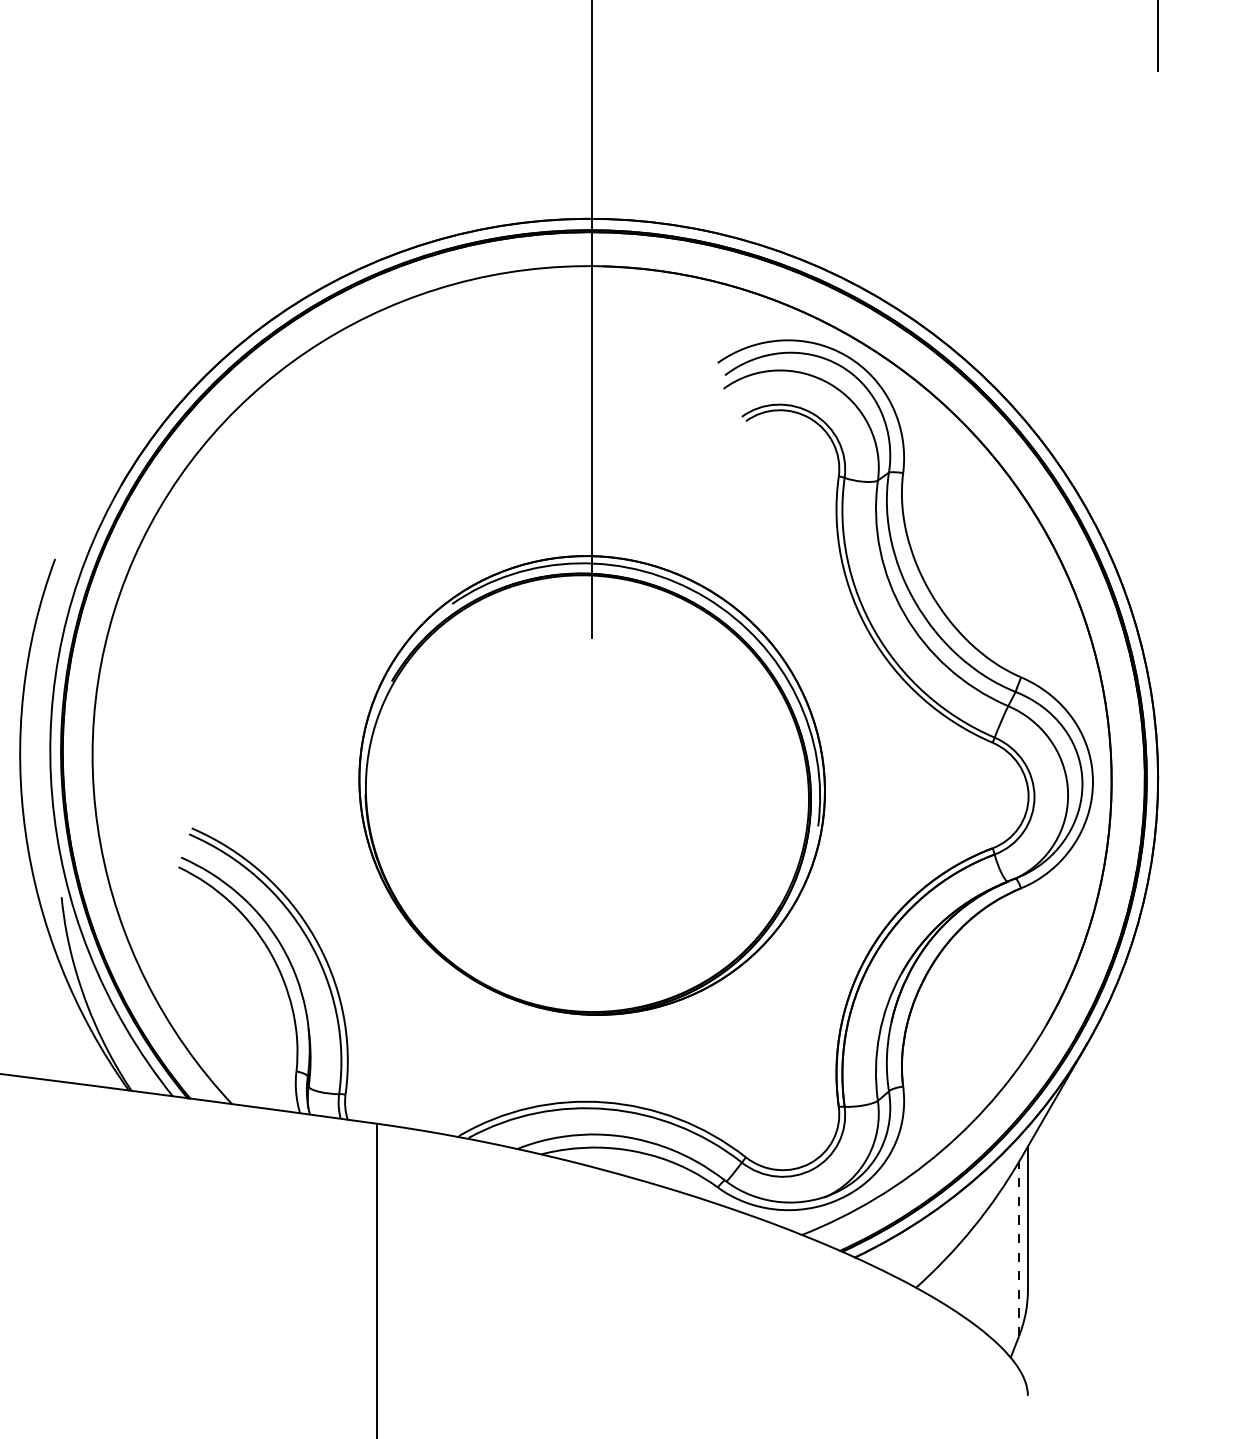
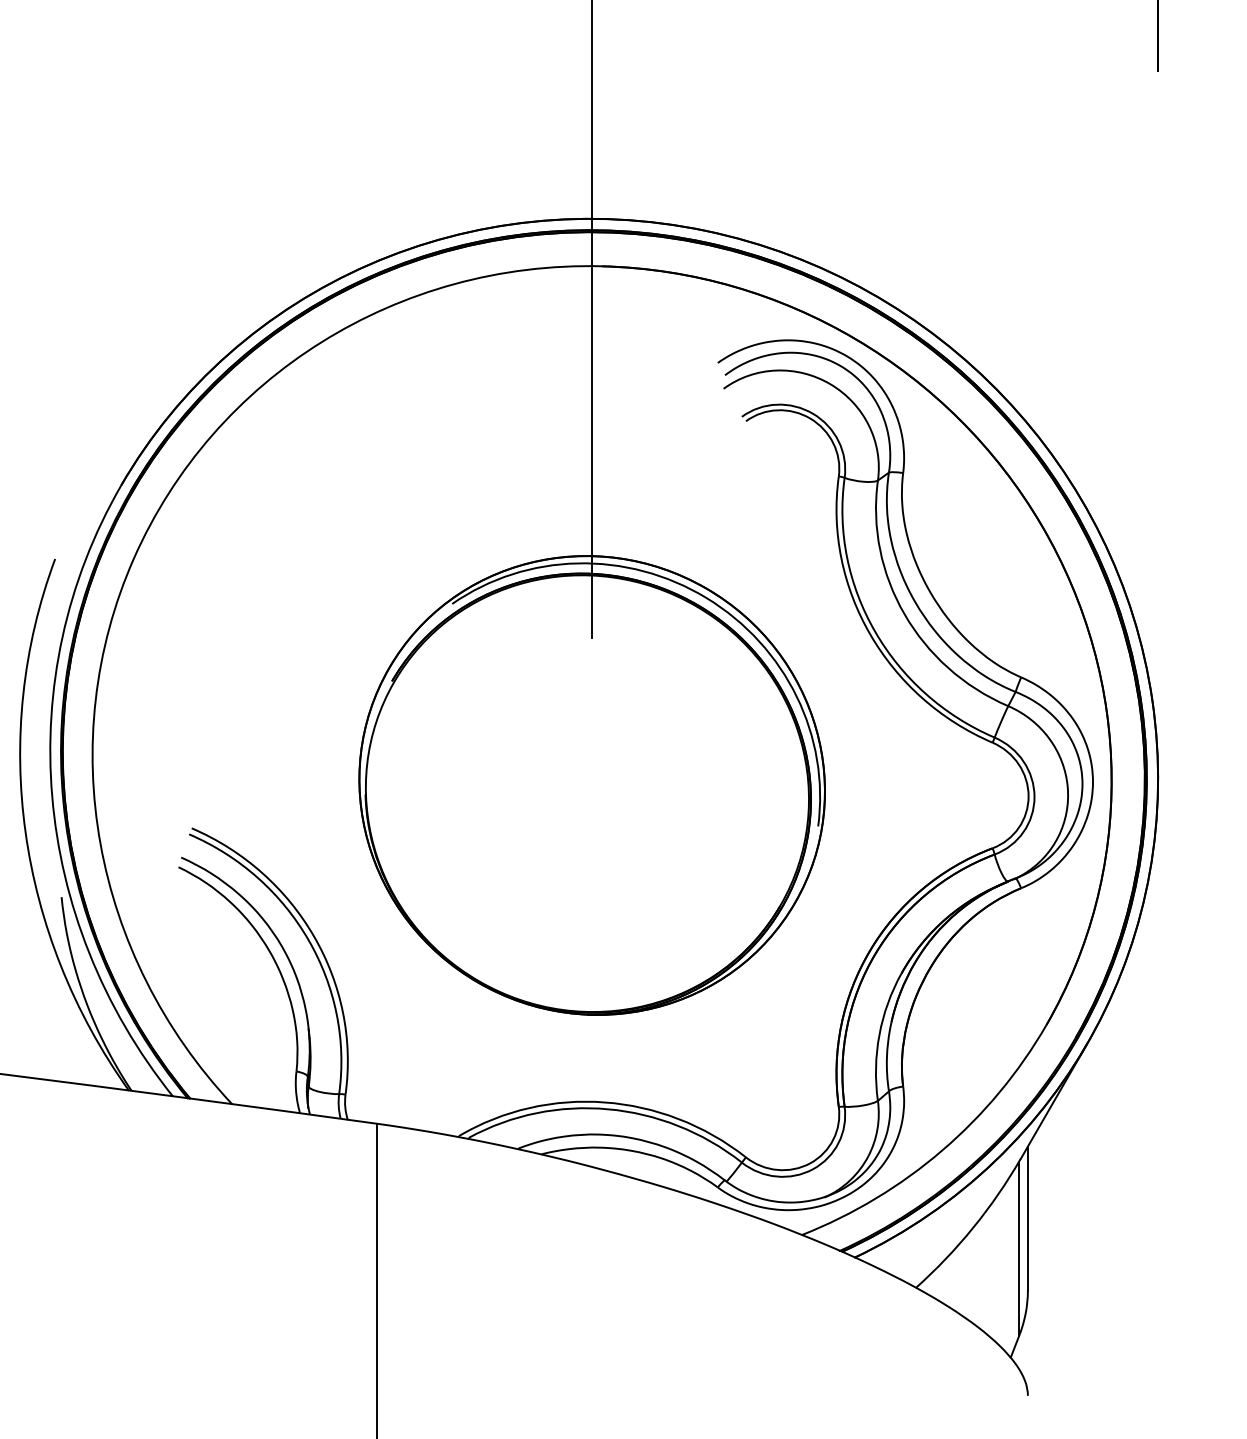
line at (1019, 1248): dashed -> solid
